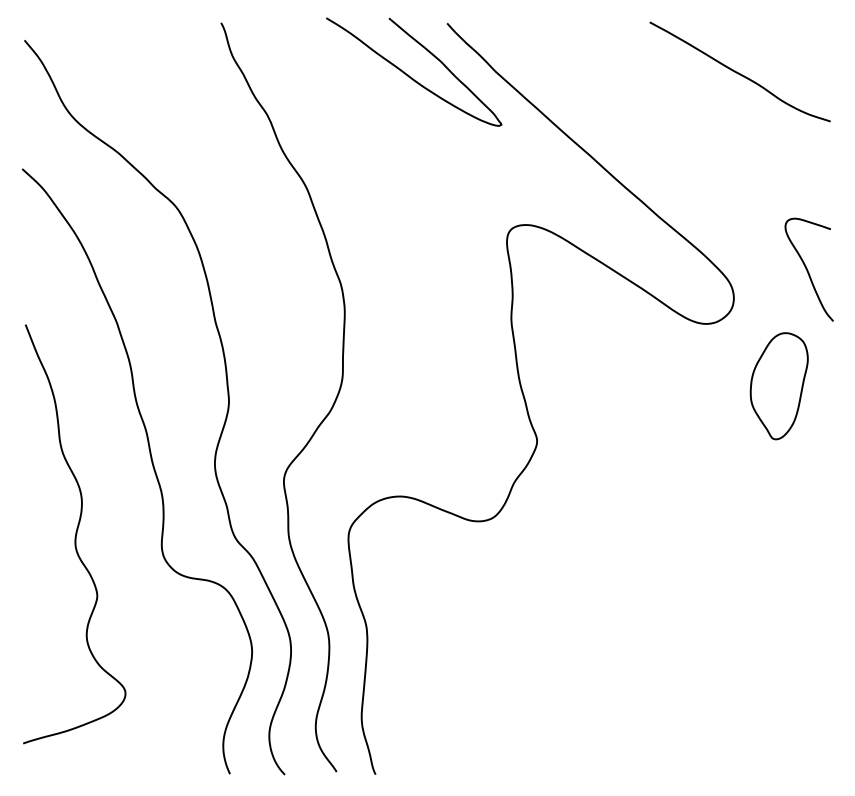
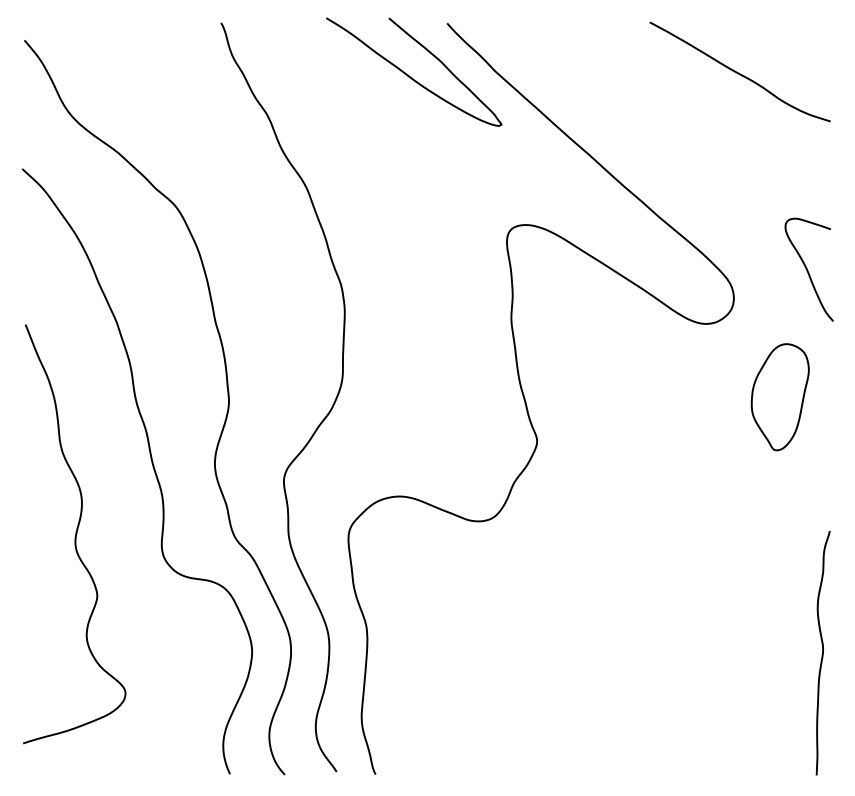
part at (778, 386) position: (778, 386) -> (779, 397)
curve at (822, 652): none -> present
